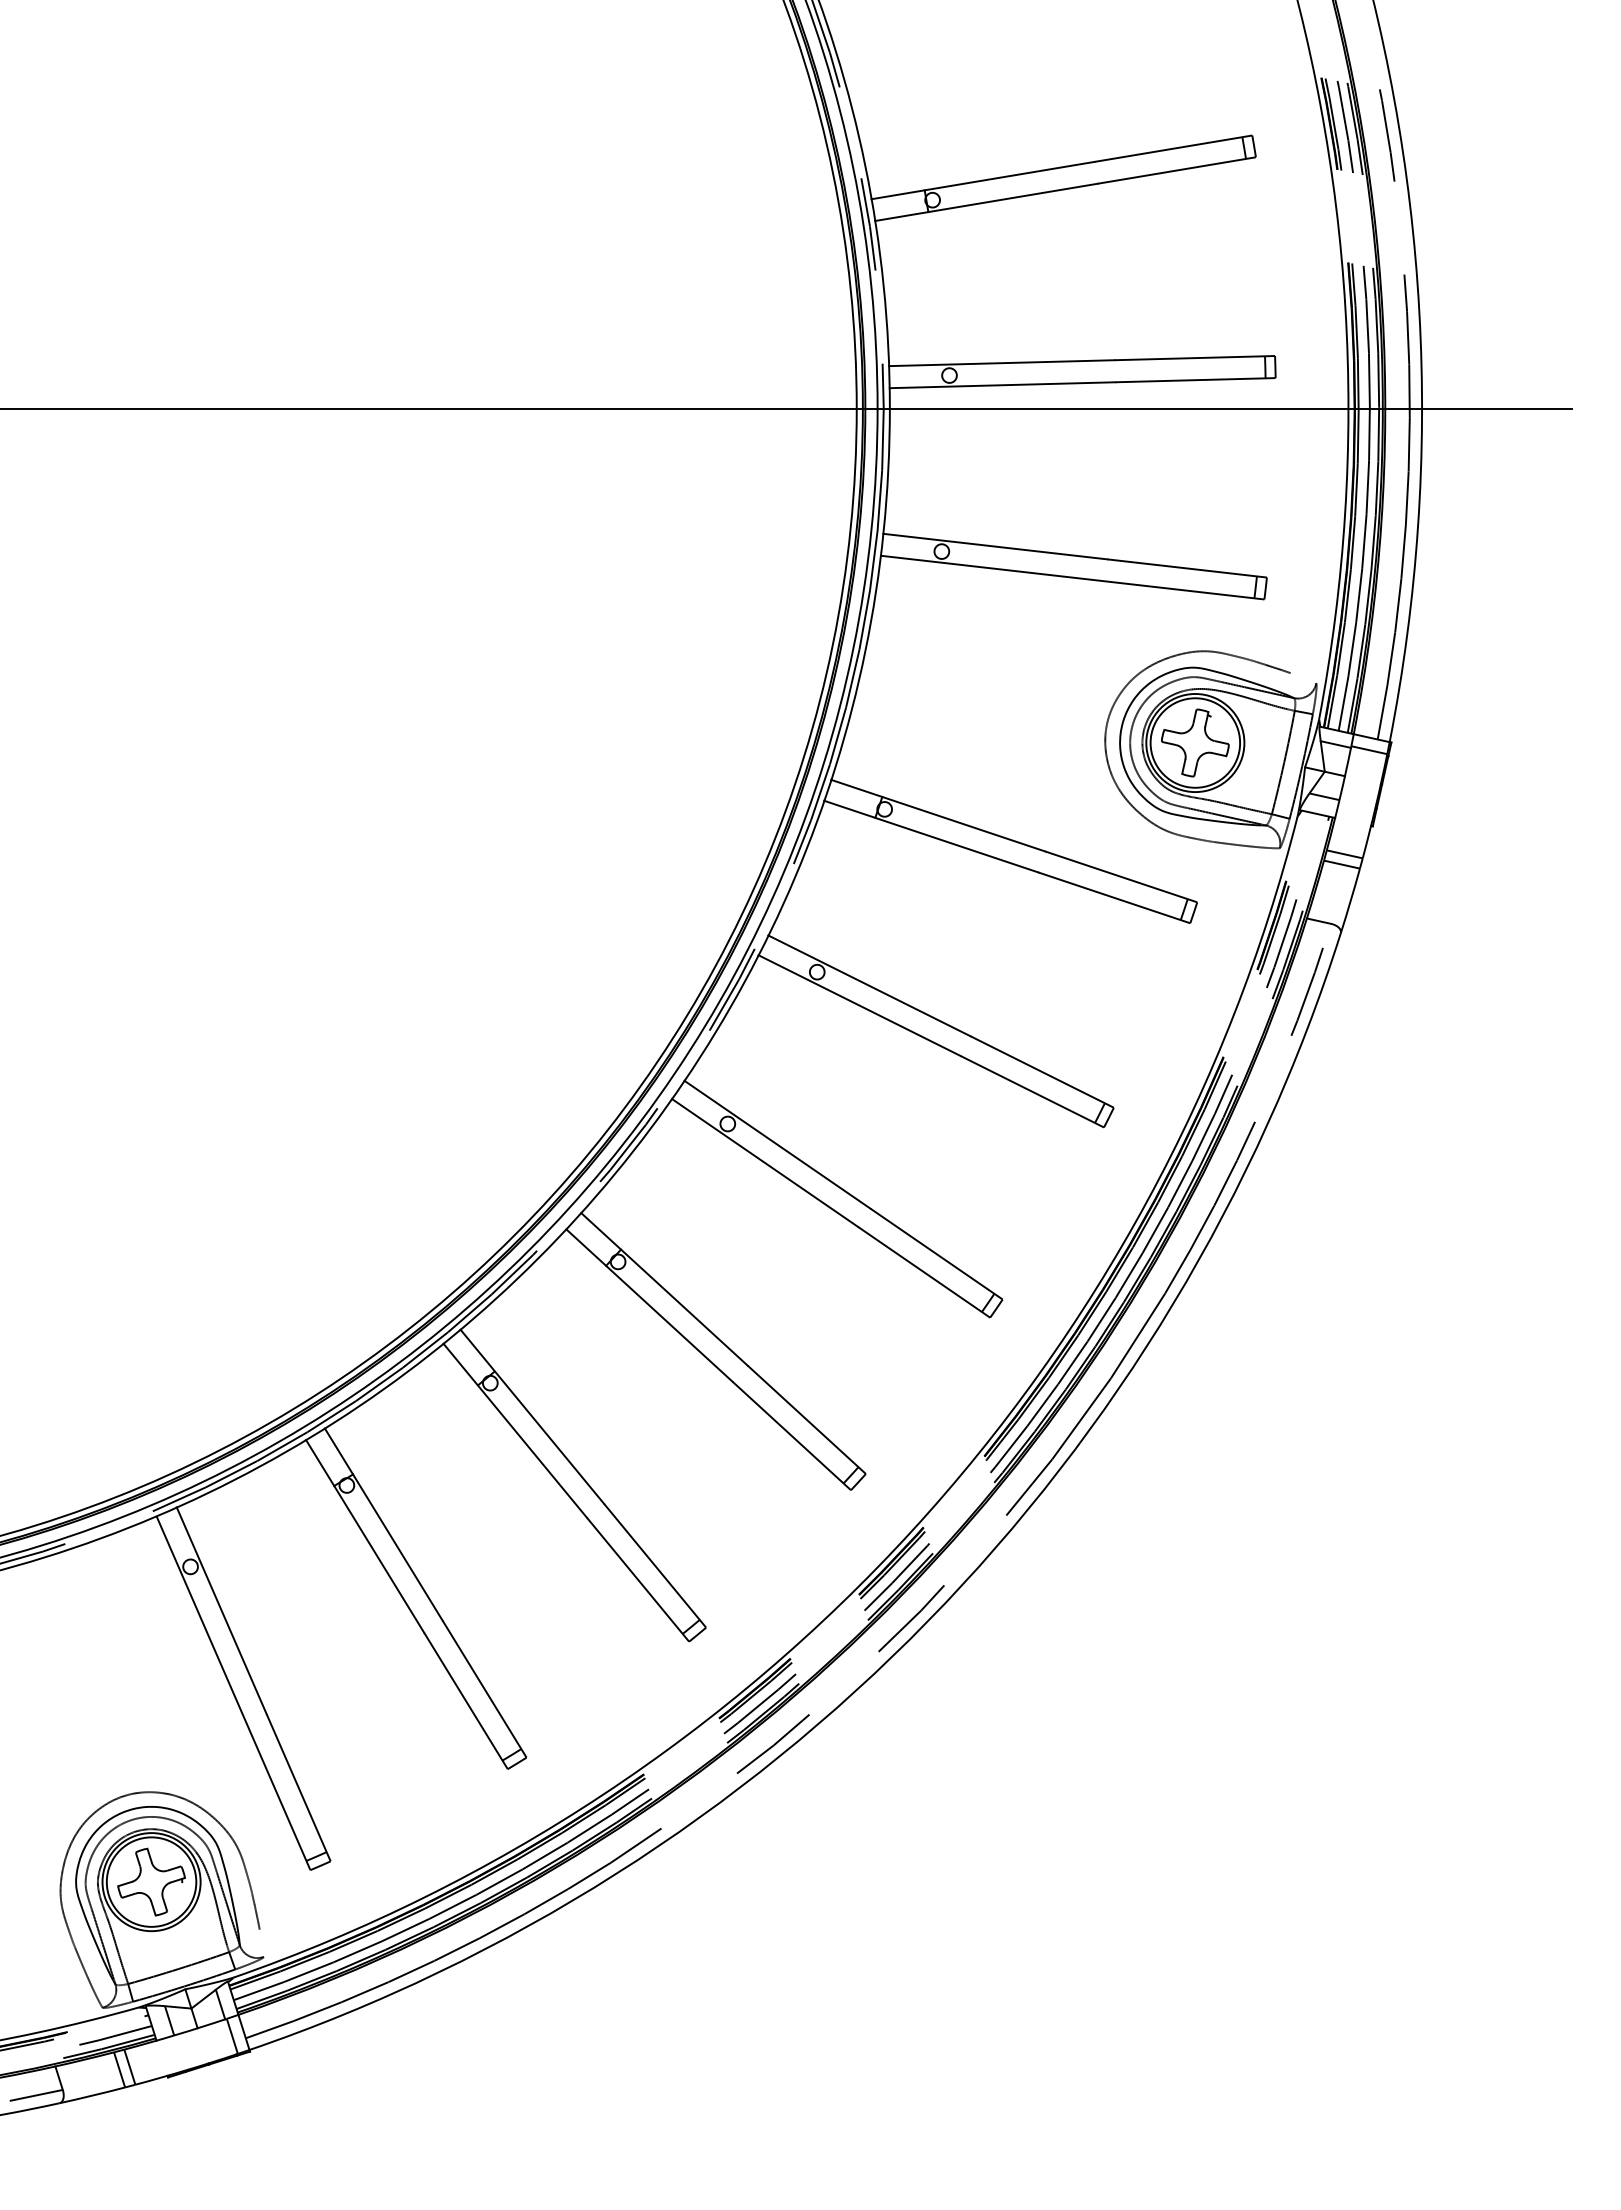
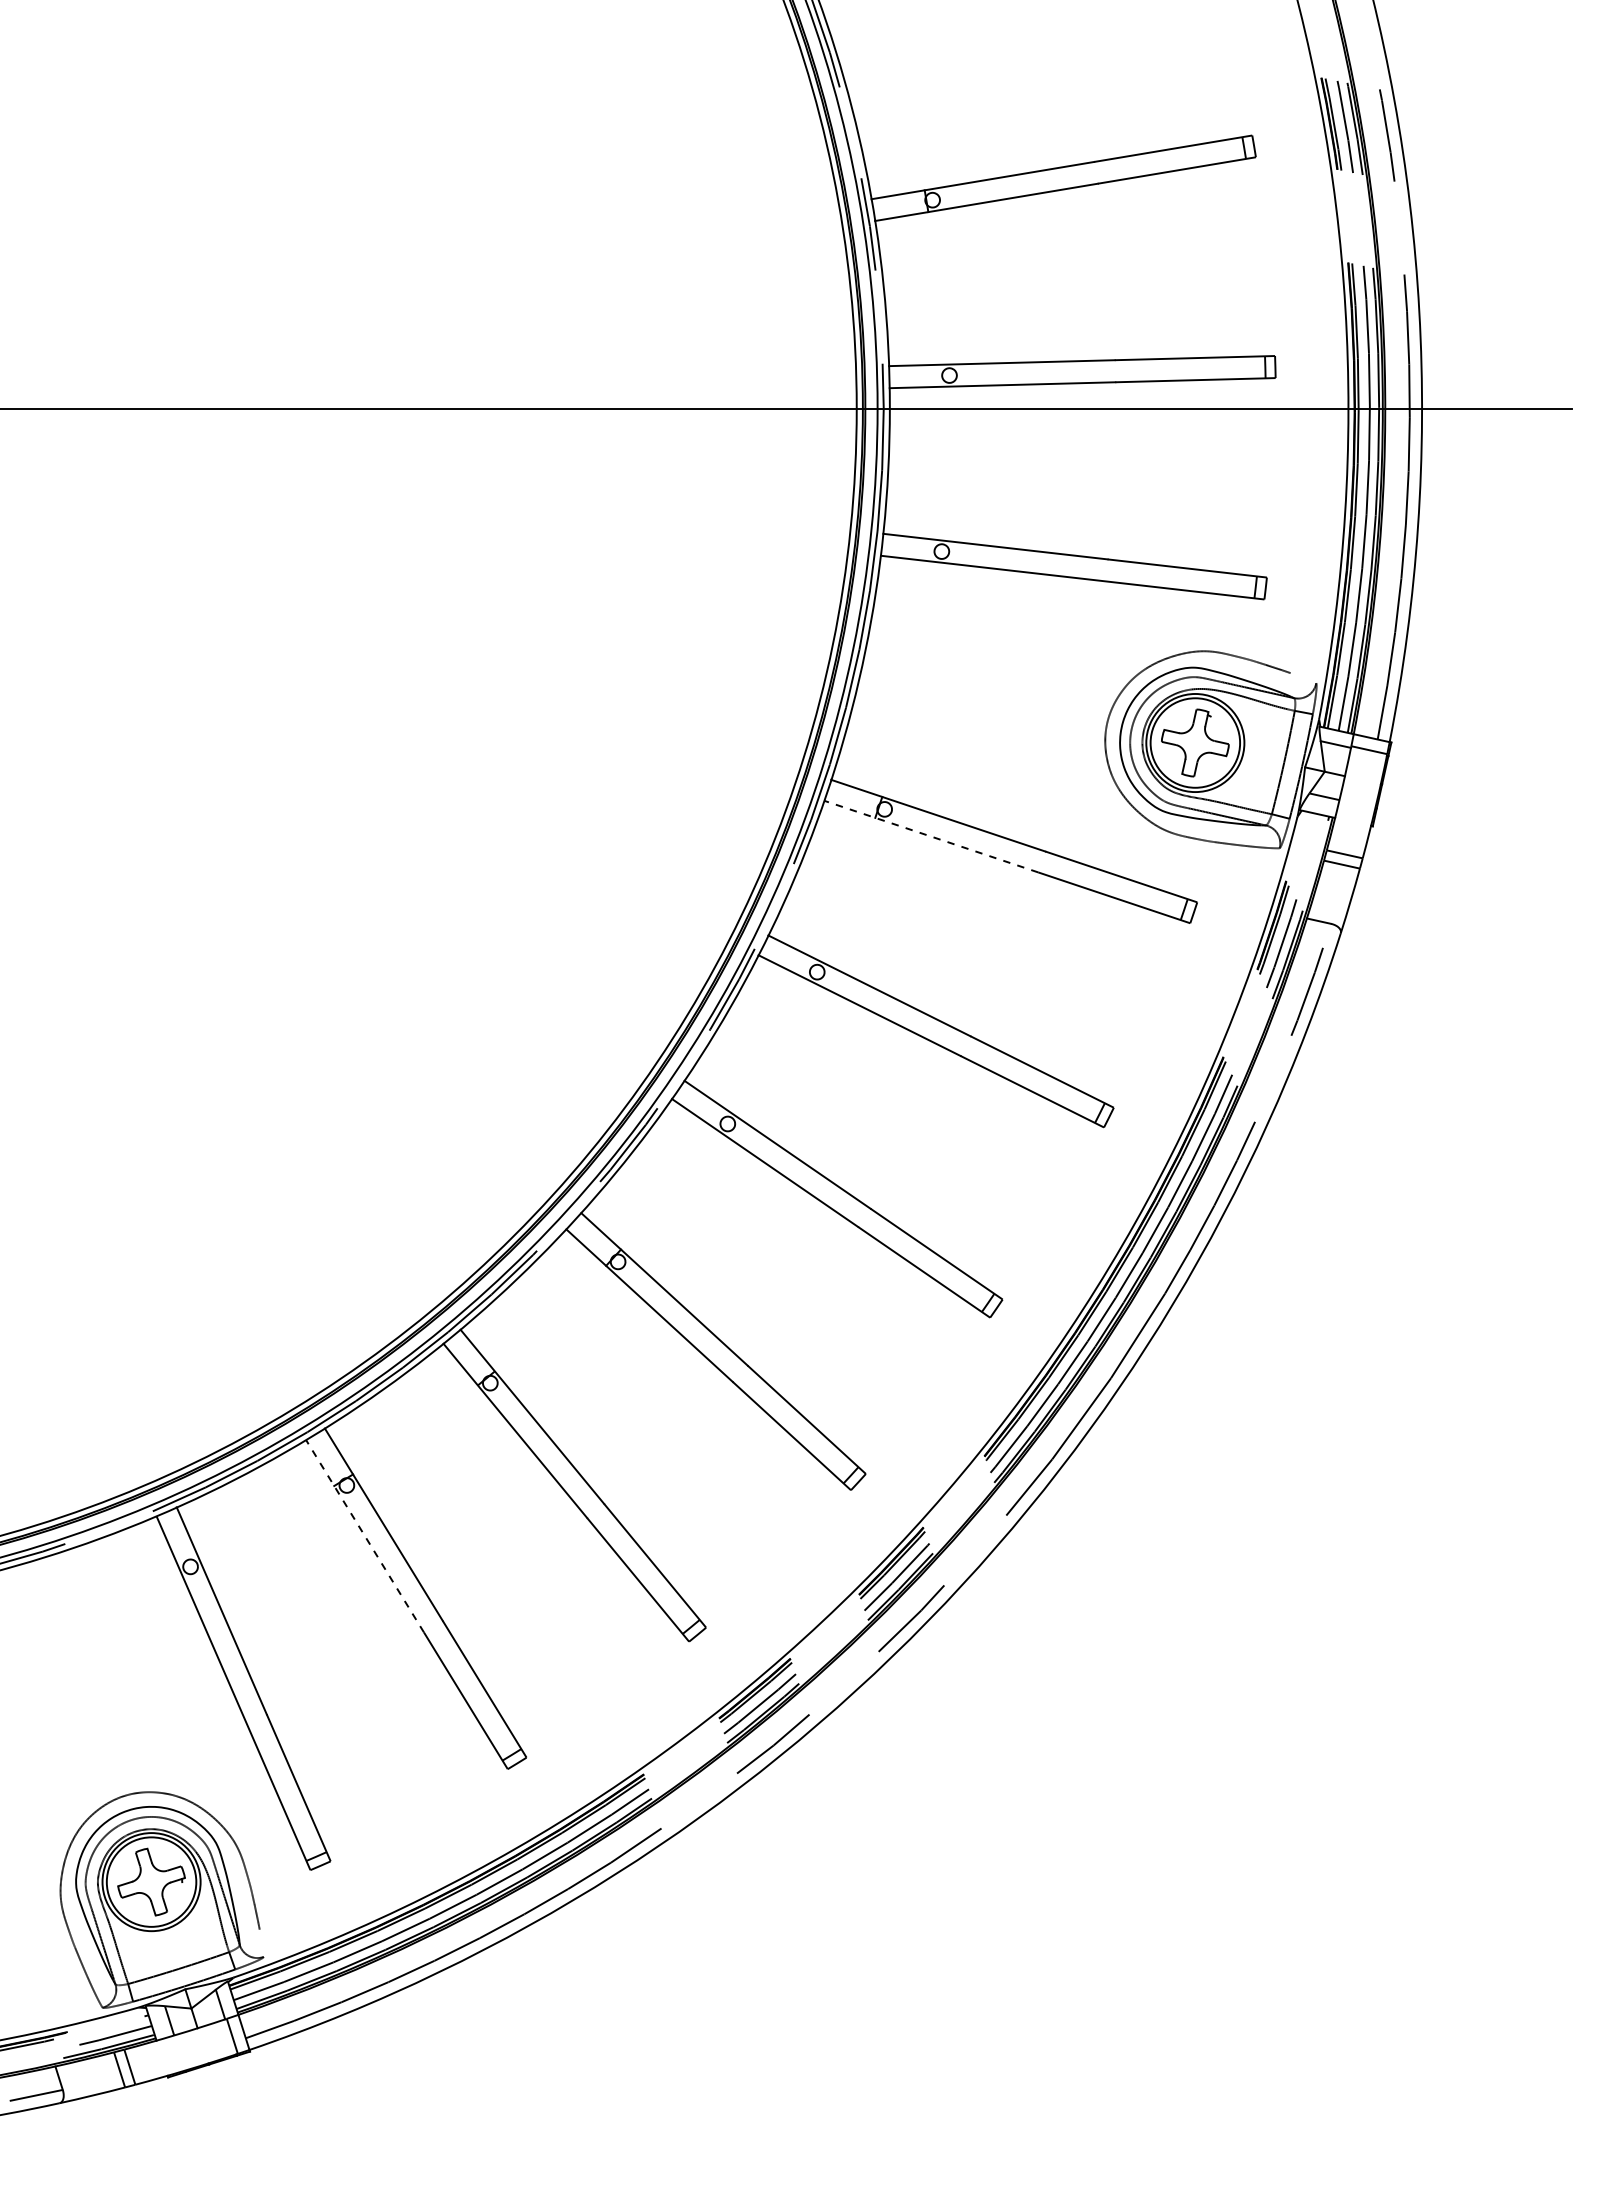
line at (931, 836): solid -> dashed
line at (365, 1536): solid -> dashed
